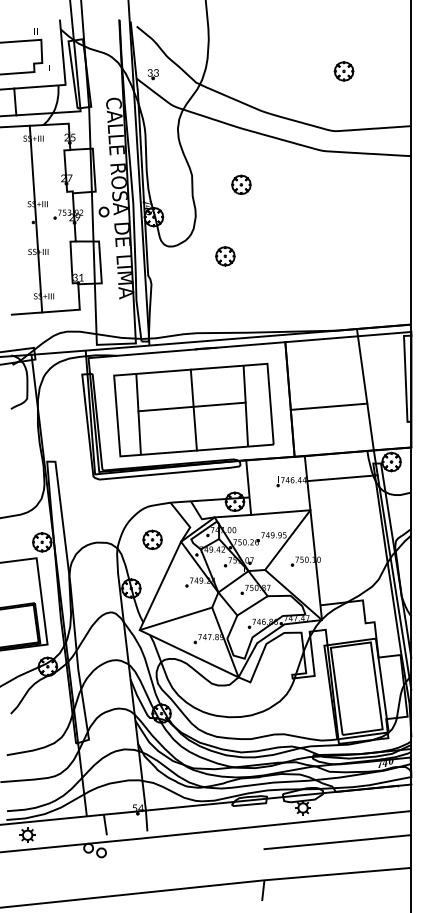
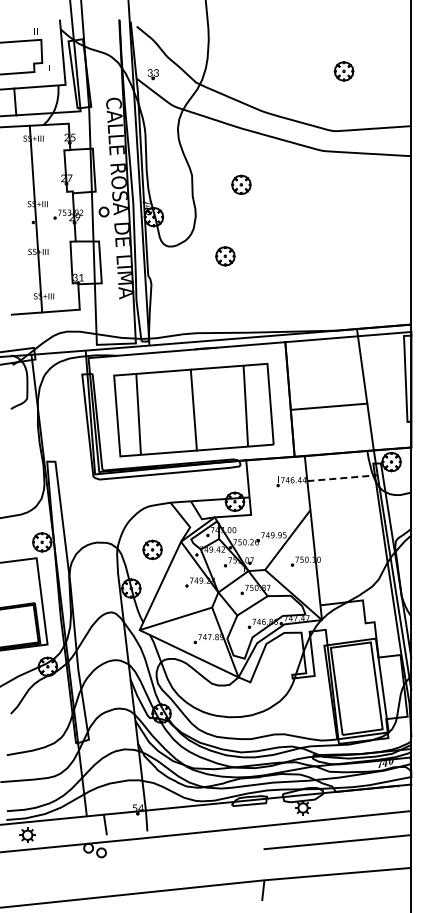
line at (191, 406): present -> none
line at (343, 478): solid -> dashed
line at (280, 512): present -> none
part at (152, 539) position: (152, 539) -> (152, 549)
